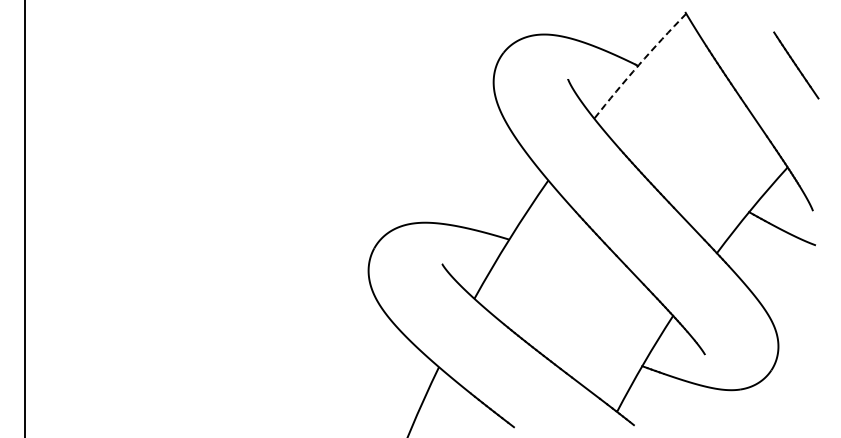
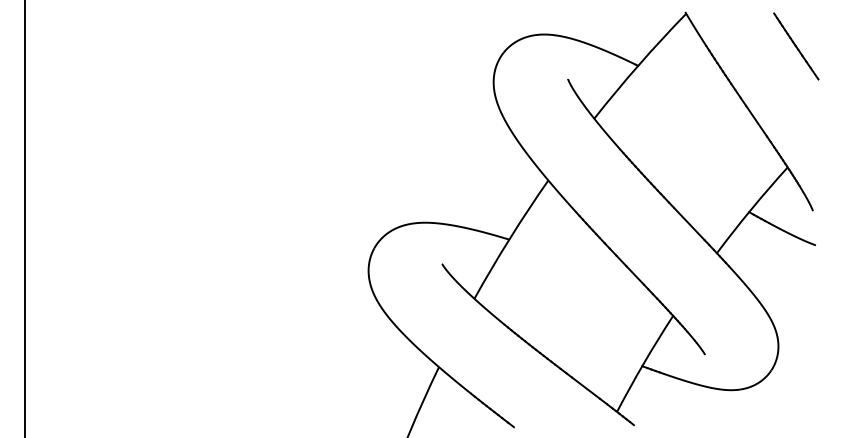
arc at (638, 65): dashed -> solid
line at (796, 65) position: (796, 65) -> (796, 46)
